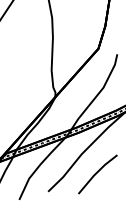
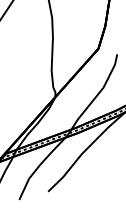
line at (97, 173): present -> none
